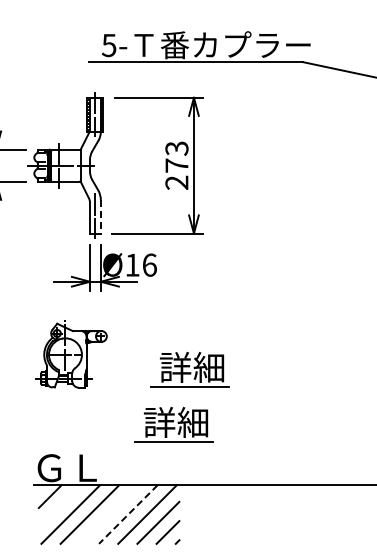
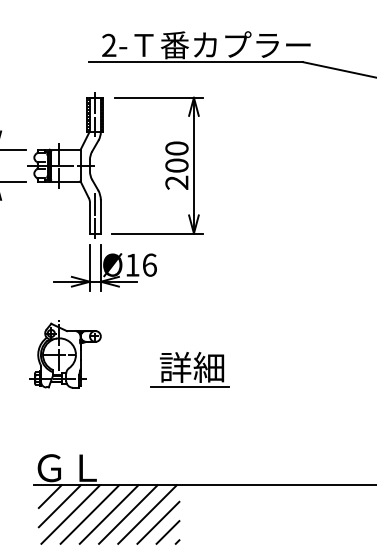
text at (108, 45): 5- -> 2-
text at (176, 156): 273 -> 200
line at (100, 216): dashed -> solid
part at (71, 354) position: (71, 354) -> (65, 354)
part at (173, 424): present -> none
line at (59, 506): none -> present
line at (108, 514): none -> present
line at (127, 514): dashed -> solid
